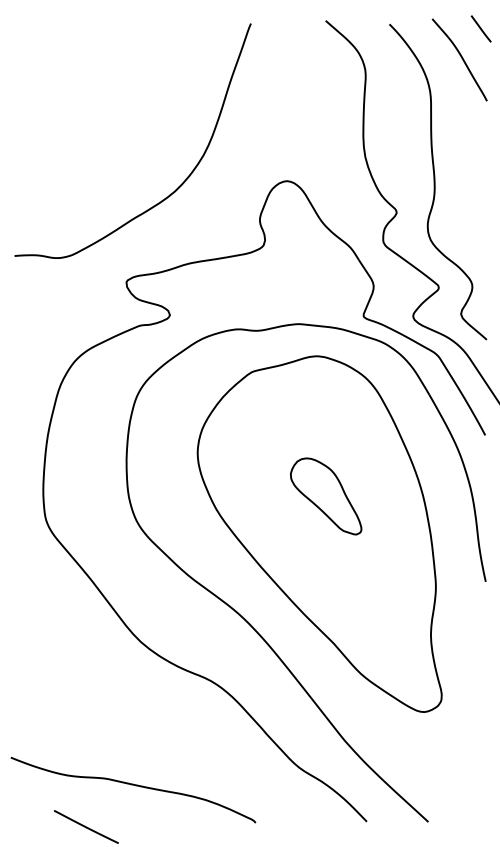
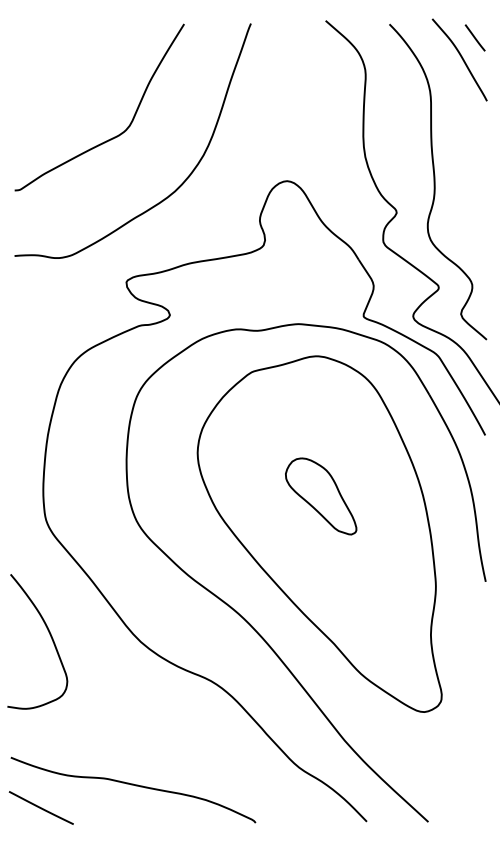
line at (480, 28) position: (480, 28) -> (474, 37)
curve at (114, 136): none -> present
part at (326, 496) position: (326, 496) -> (321, 496)
curve at (50, 637): none -> present
line at (85, 826) position: (85, 826) -> (40, 807)
